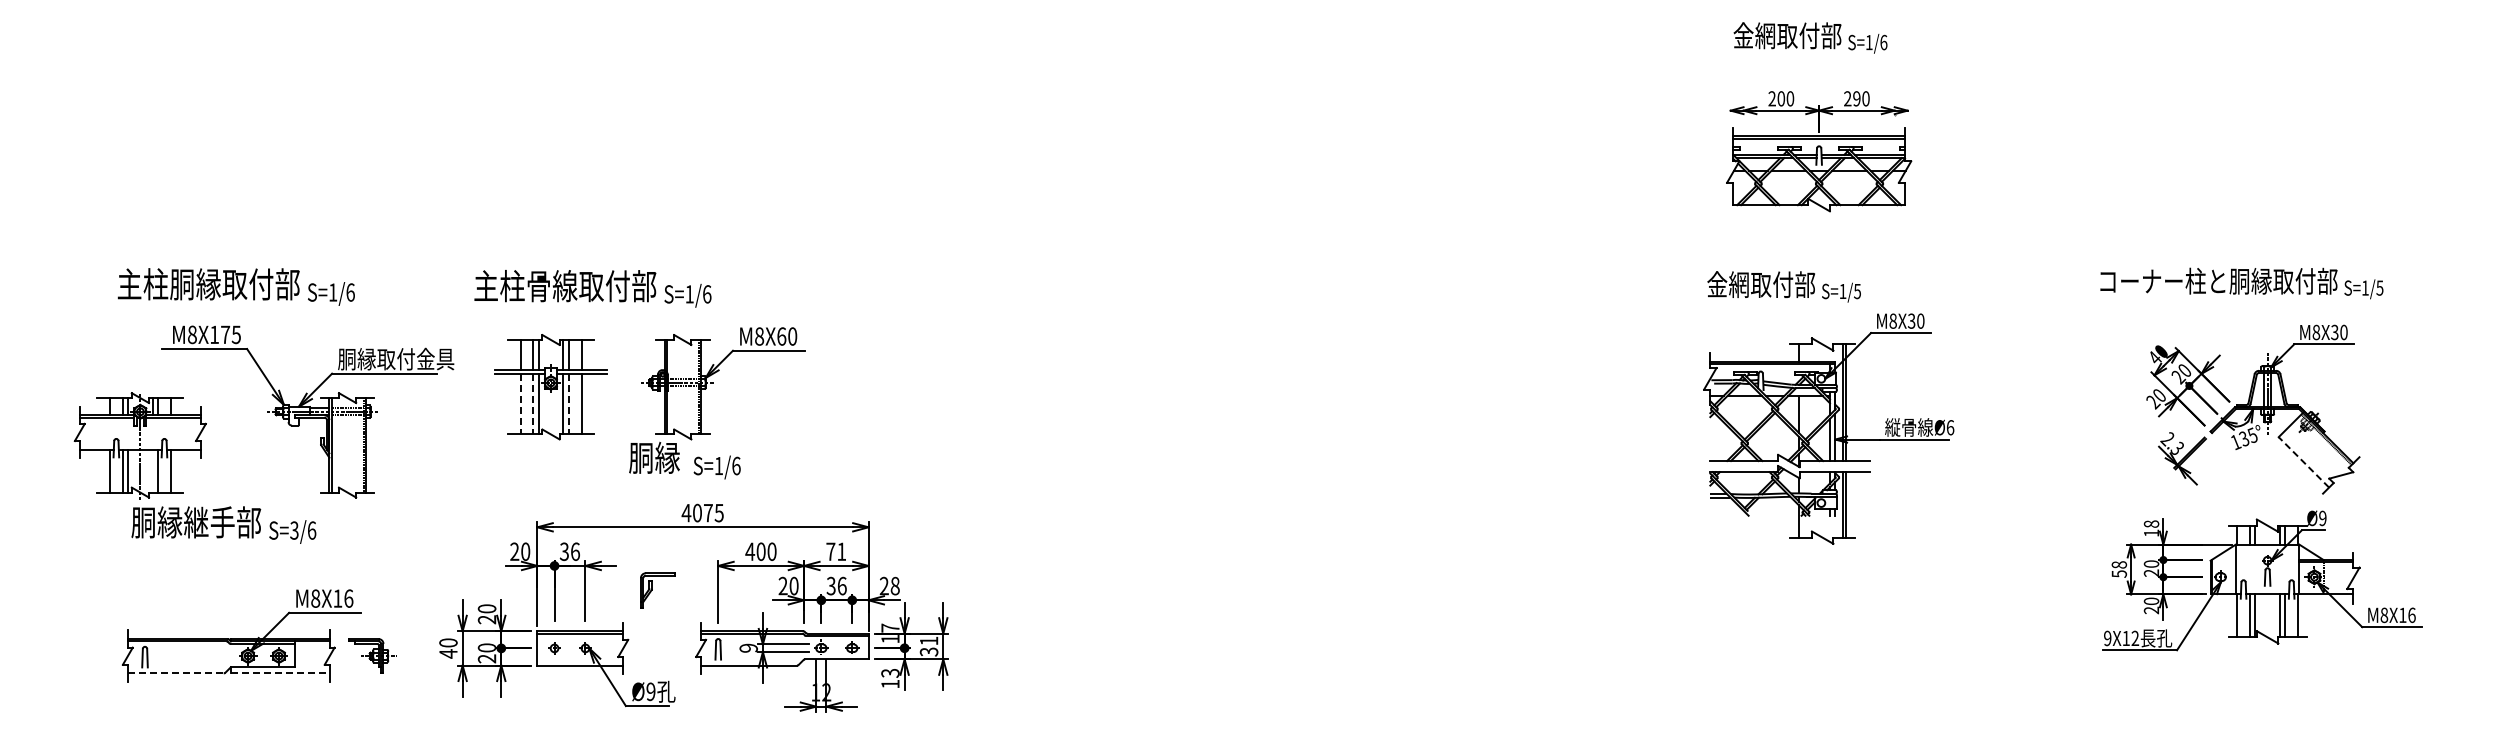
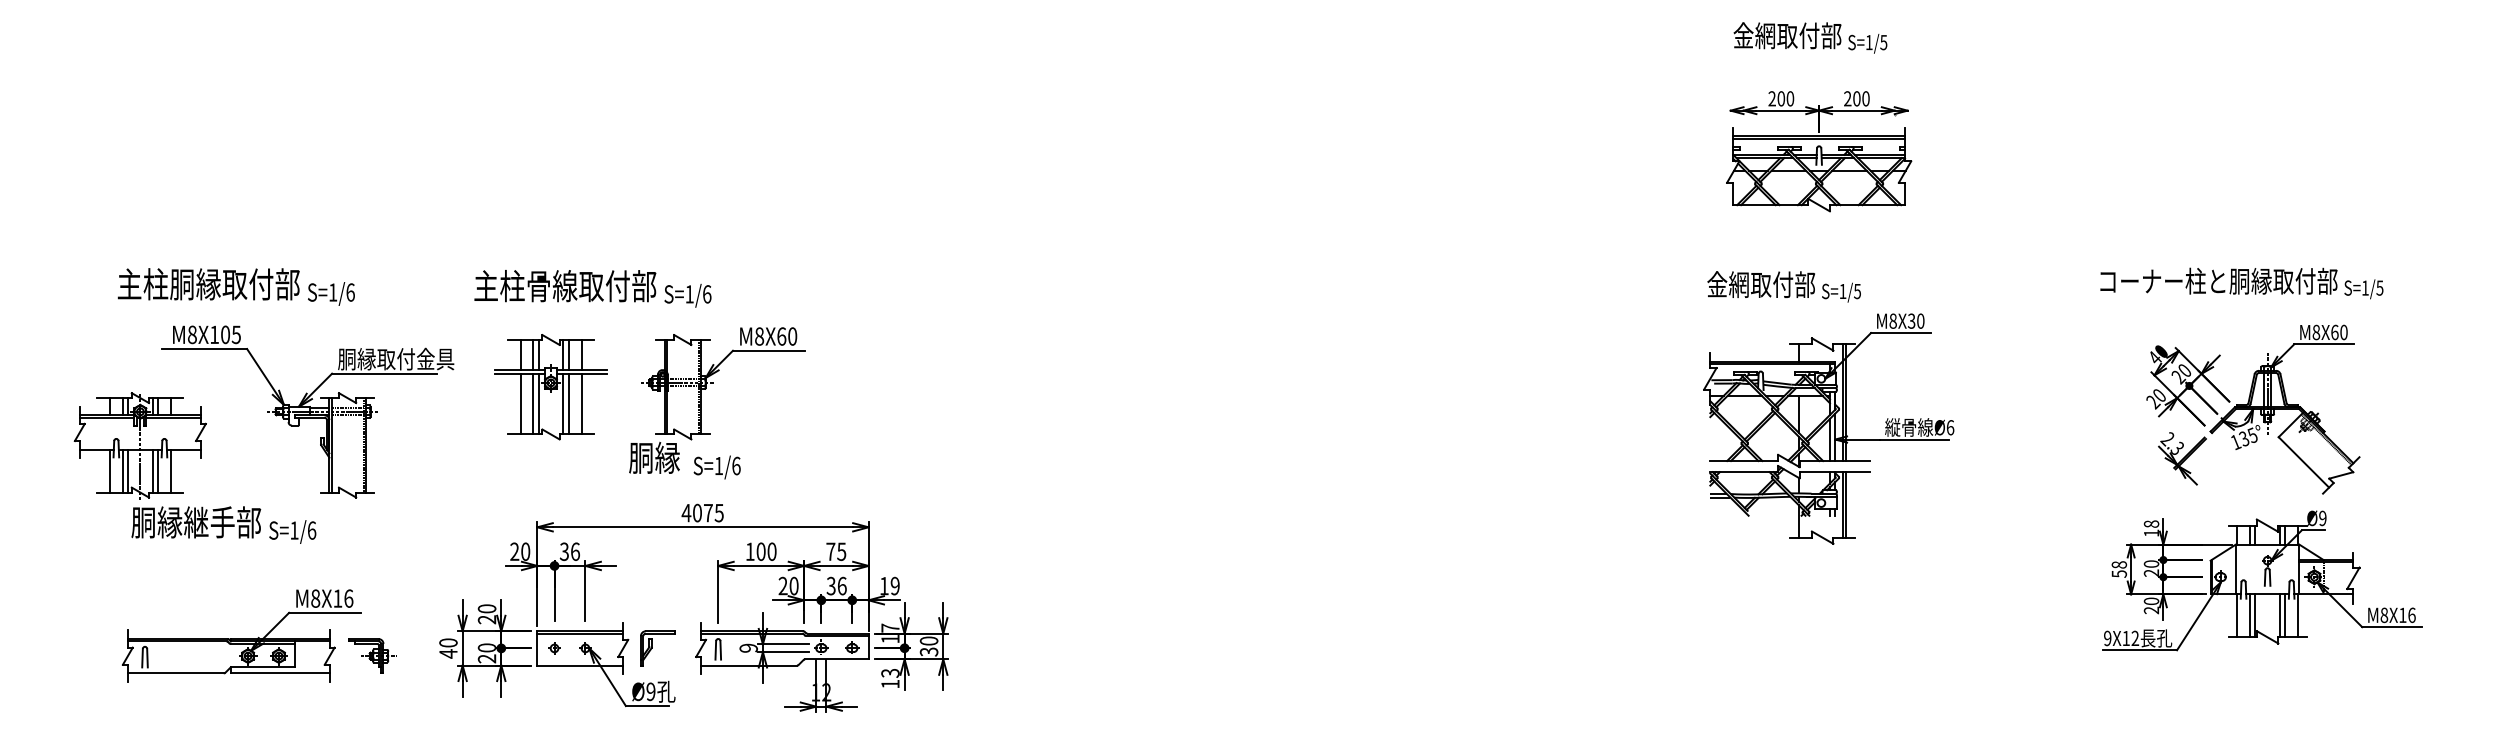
text at (1883, 42): S=1/6 -> S=1/5
text at (1856, 98): 290 -> 200
text at (2334, 332): M8X30 -> M8X60
text at (225, 334): M8X175 -> M8X105
line at (520, 404): dashed -> solid
line at (533, 404): dashed -> solid
line at (568, 404): dashed -> solid
line at (2303, 462): dashed -> solid
line at (152, 470): none -> present
text at (294, 530): S=3/6 -> S=1/6
text at (750, 551): 400 -> 100
text at (841, 551): 71 -> 75
text at (889, 585): 28 -> 19
part at (657, 590) position: (657, 590) -> (657, 648)
text at (928, 640): 31 -> 30
line at (175, 673): dashed -> solid
line at (280, 673): dashed -> solid
